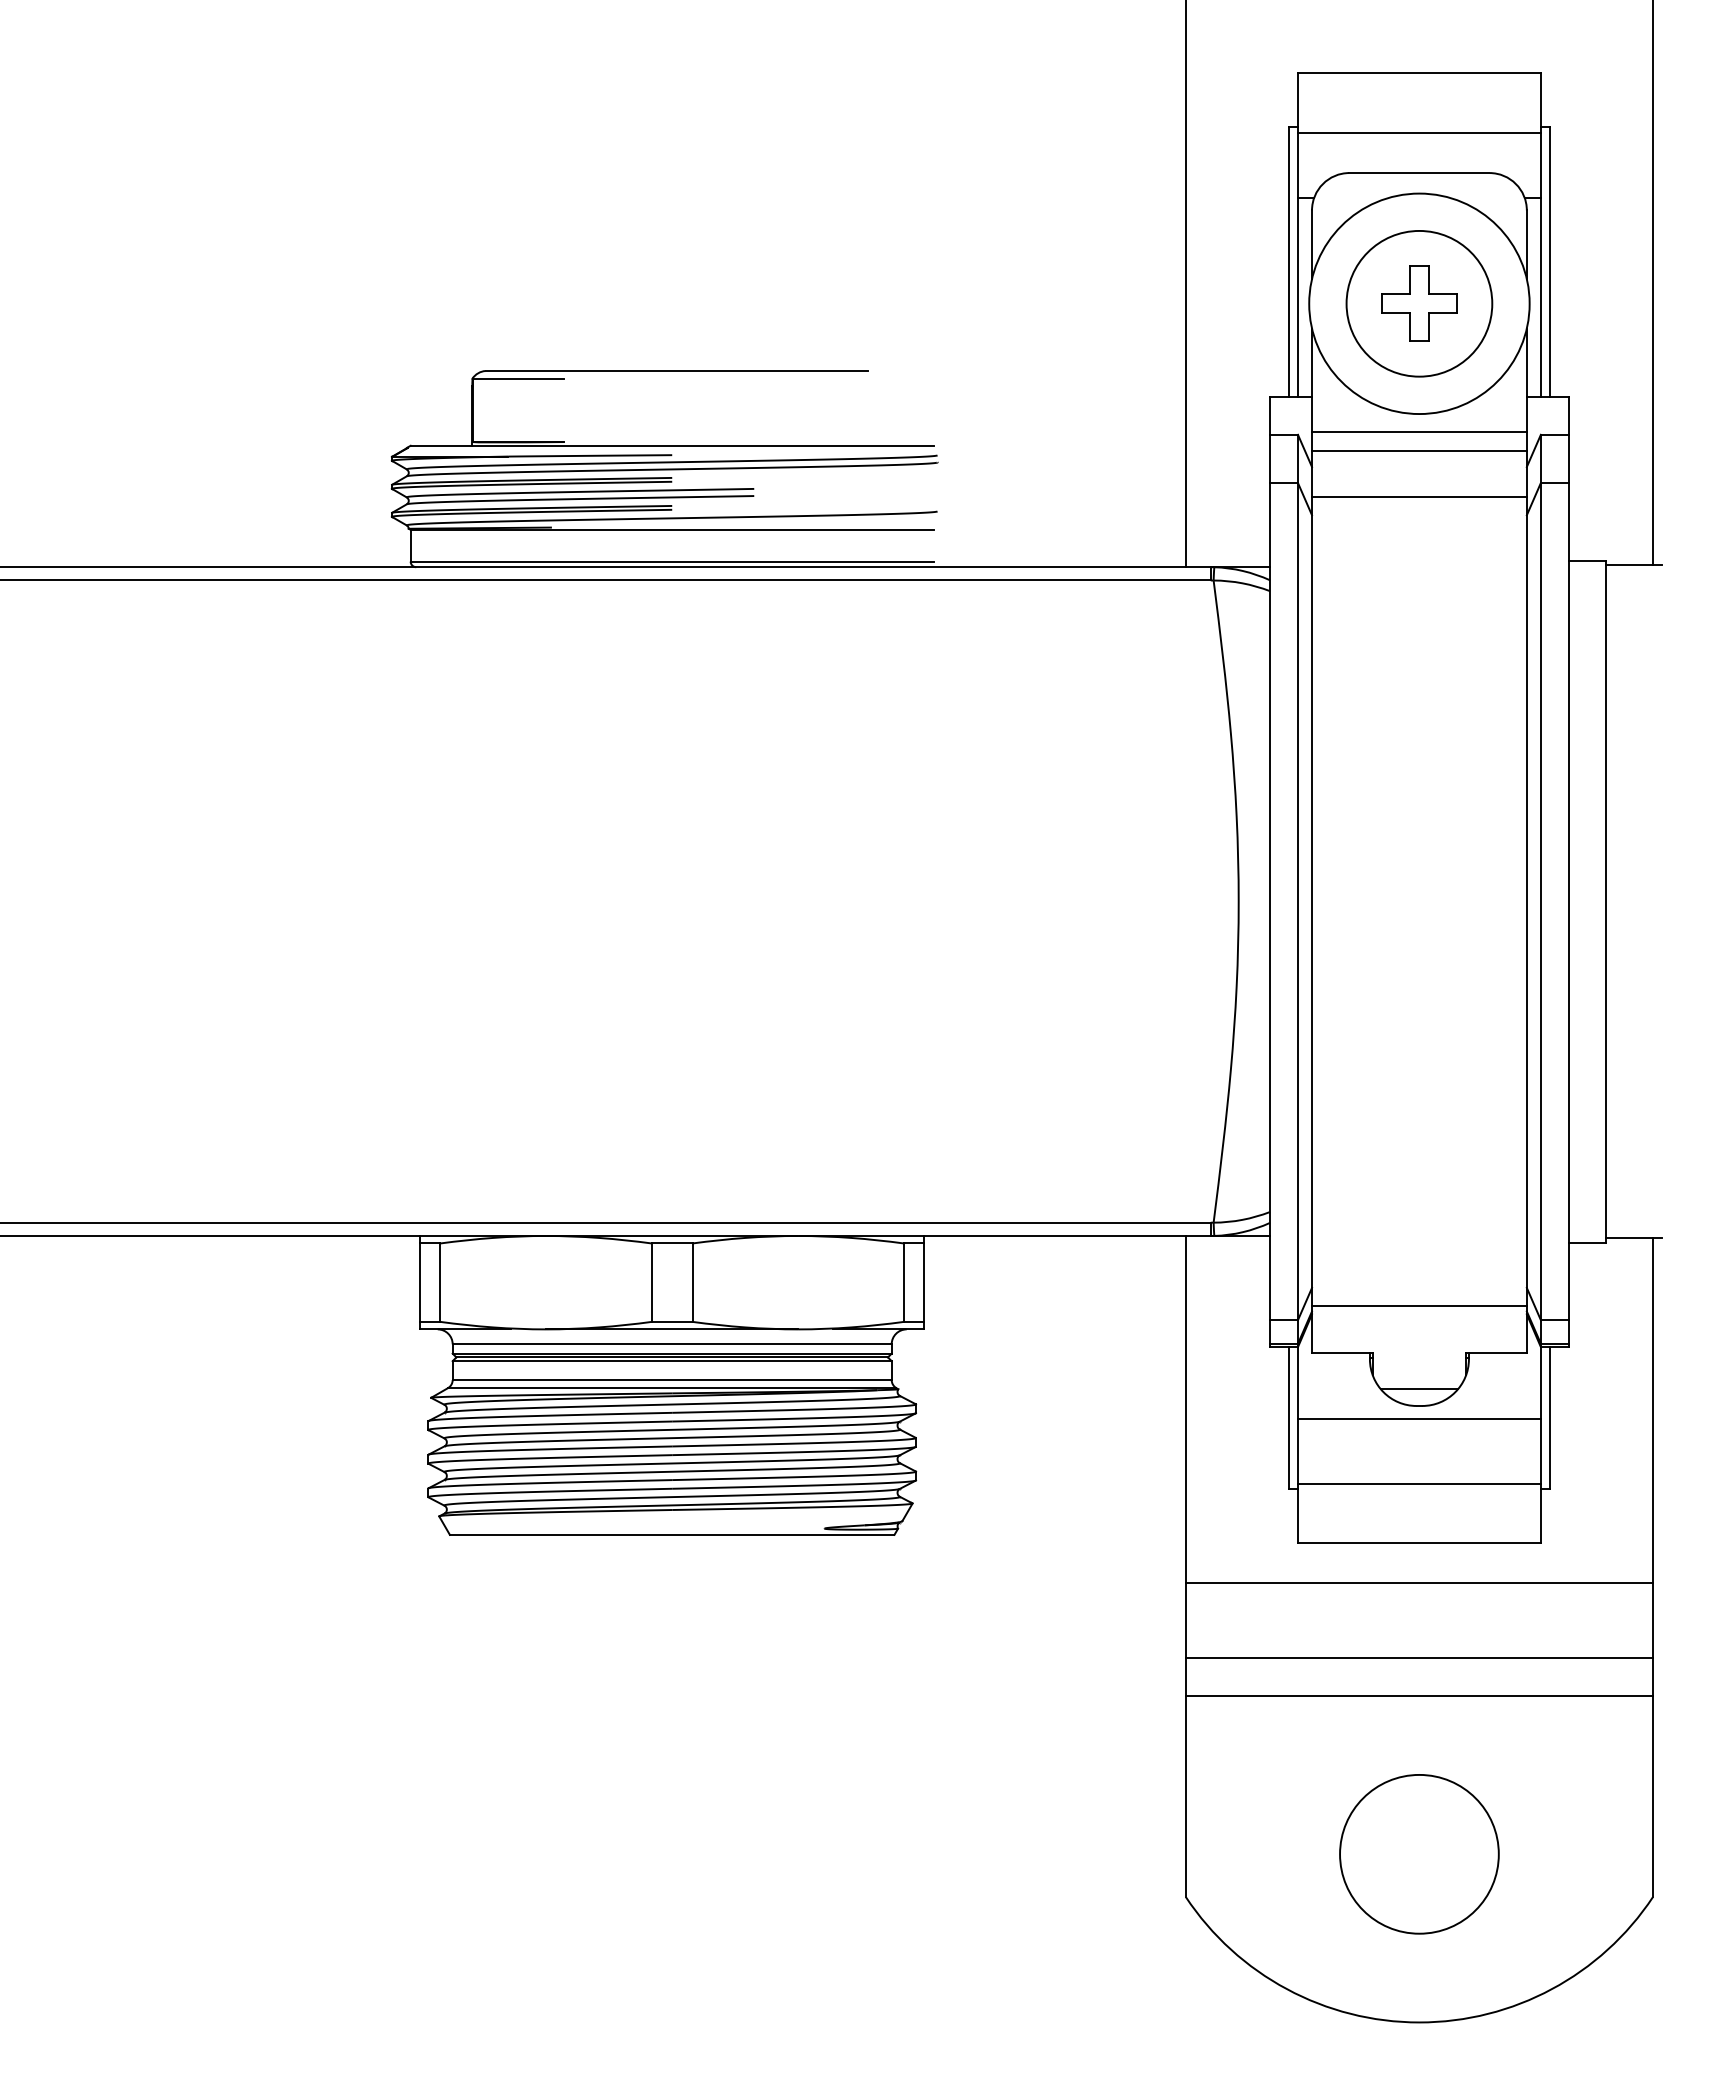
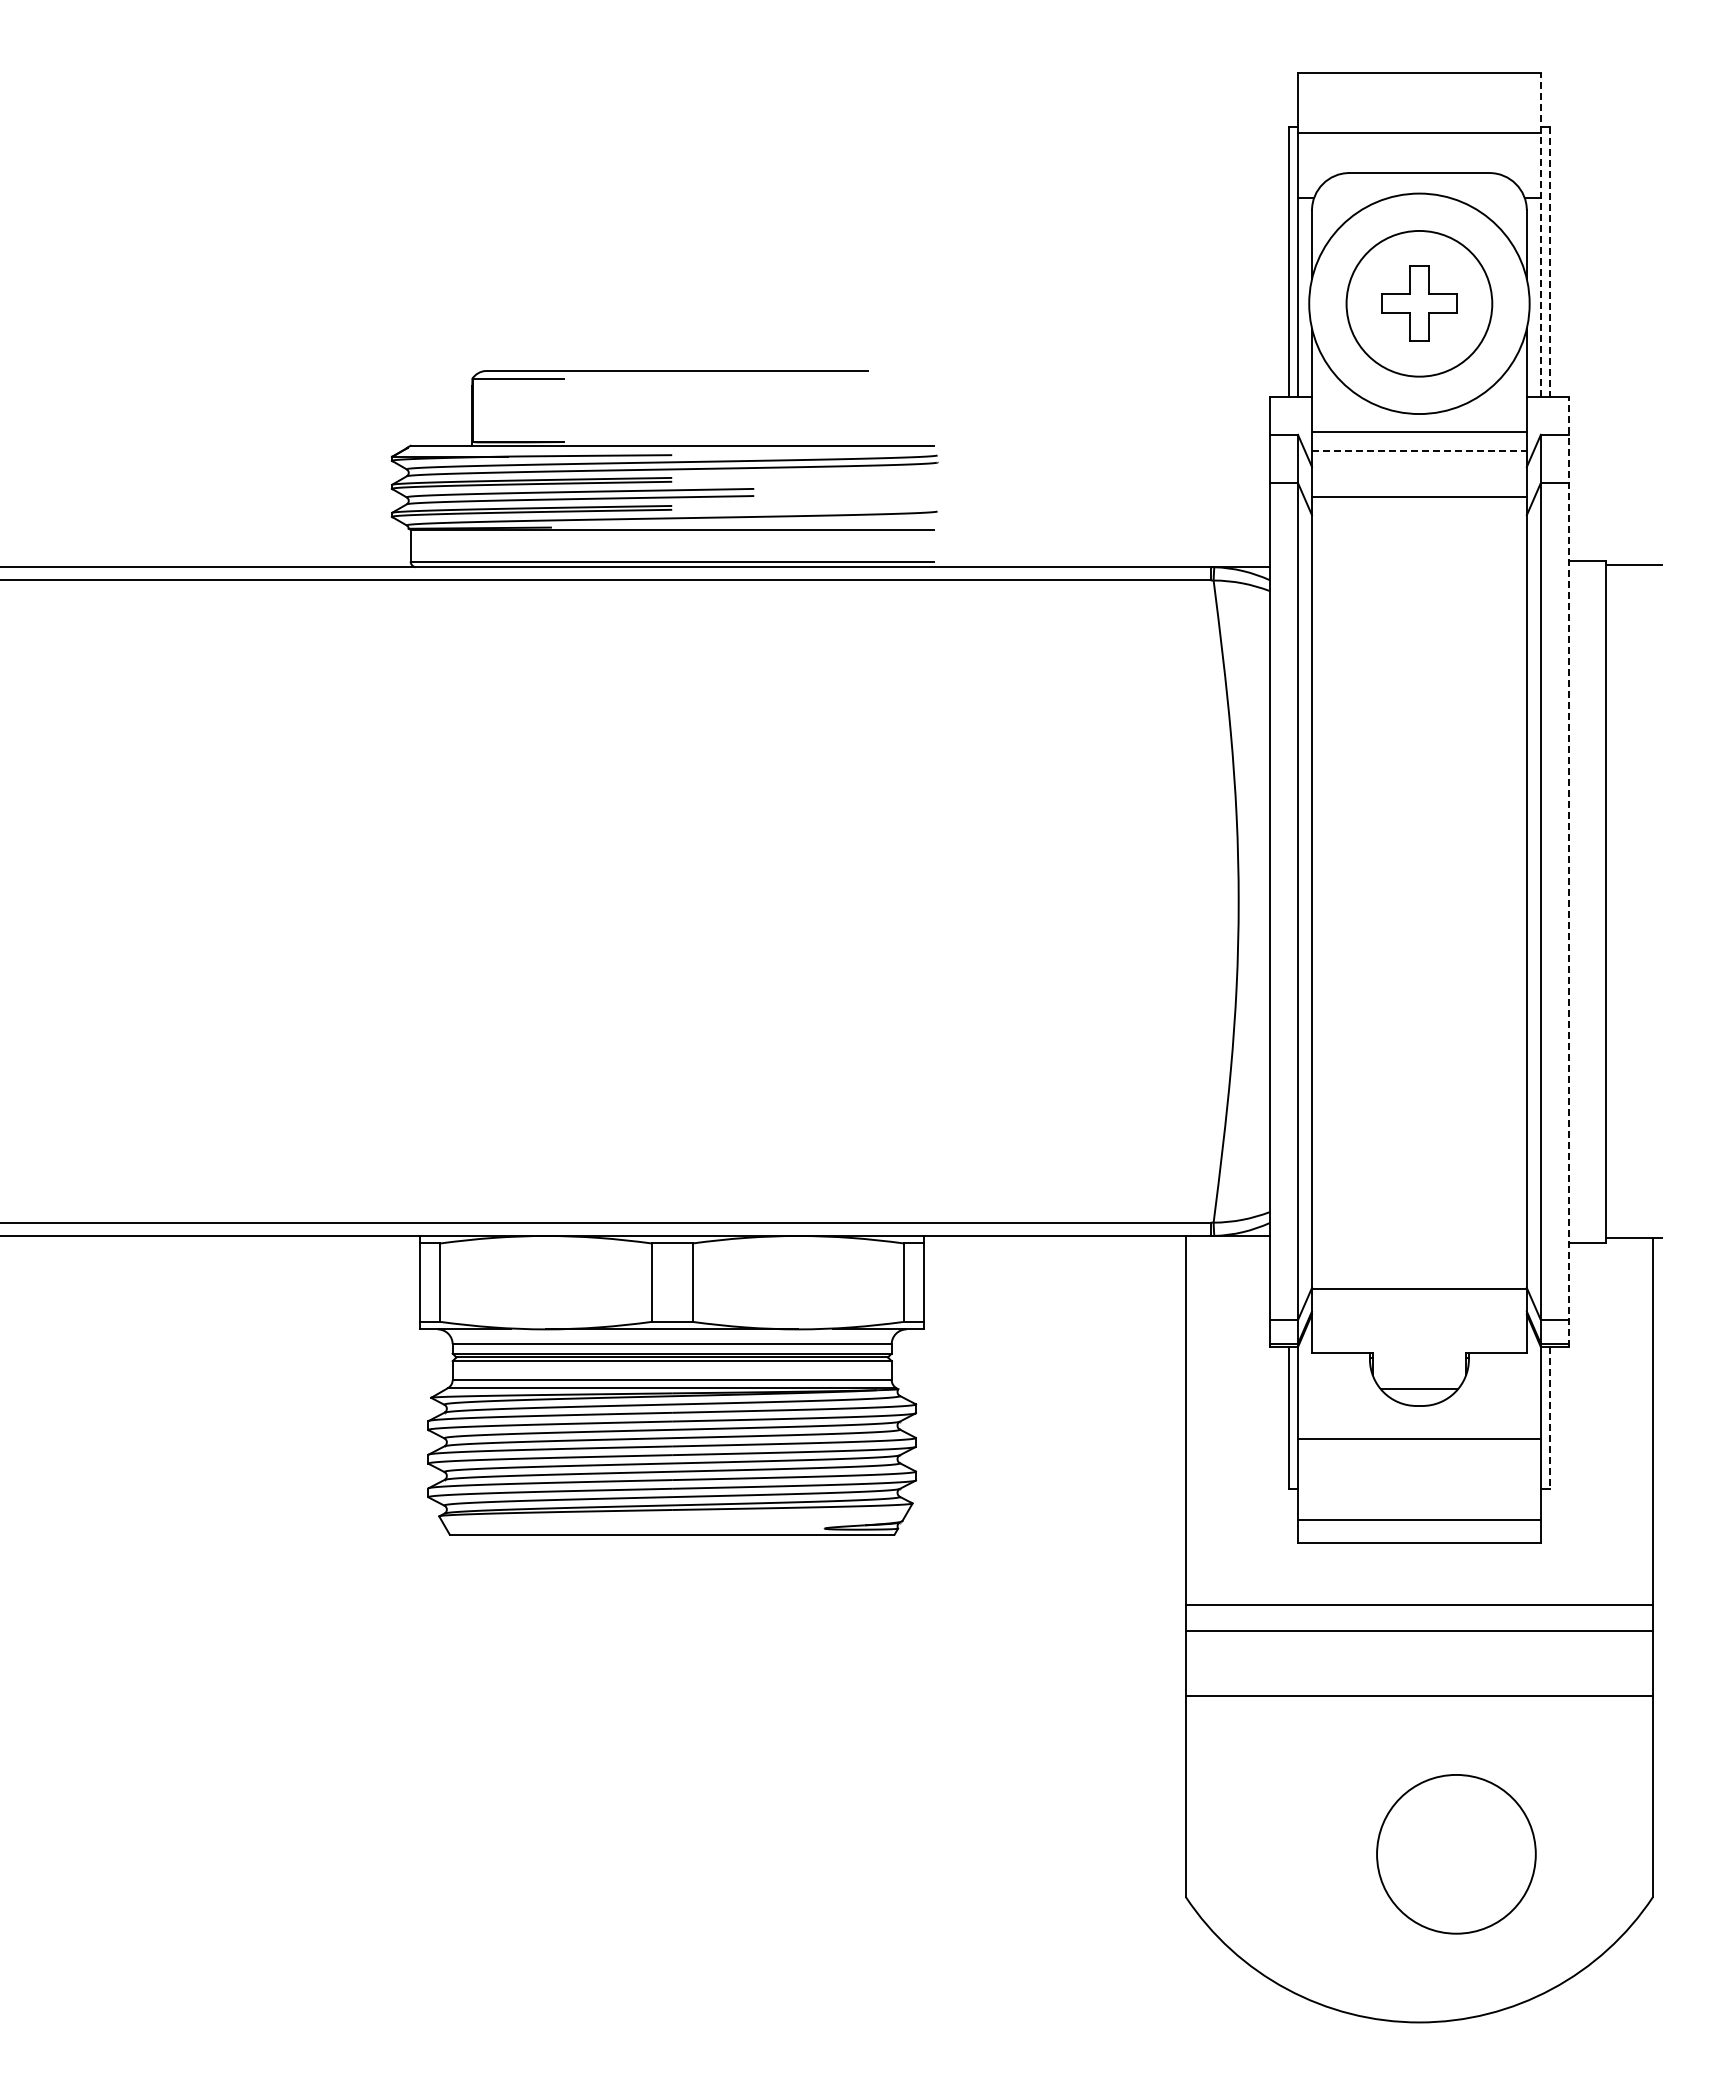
line at (1540, 235): solid -> dashed
line at (1550, 262): solid -> dashed
line at (1652, 283): present -> none
line at (1185, 284): present -> none
line at (1419, 450): solid -> dashed
line at (1568, 872): solid -> dashed
line at (1419, 1306) position: (1419, 1306) -> (1419, 1289)
line at (1419, 1418) position: (1419, 1418) -> (1419, 1438)
line at (1550, 1418): solid -> dashed
line at (1419, 1483) position: (1419, 1483) -> (1419, 1519)
line at (1418, 1583) position: (1418, 1583) -> (1418, 1605)
line at (1418, 1658) position: (1418, 1658) -> (1418, 1631)
circle at (1419, 1854) position: (1419, 1854) -> (1456, 1854)
